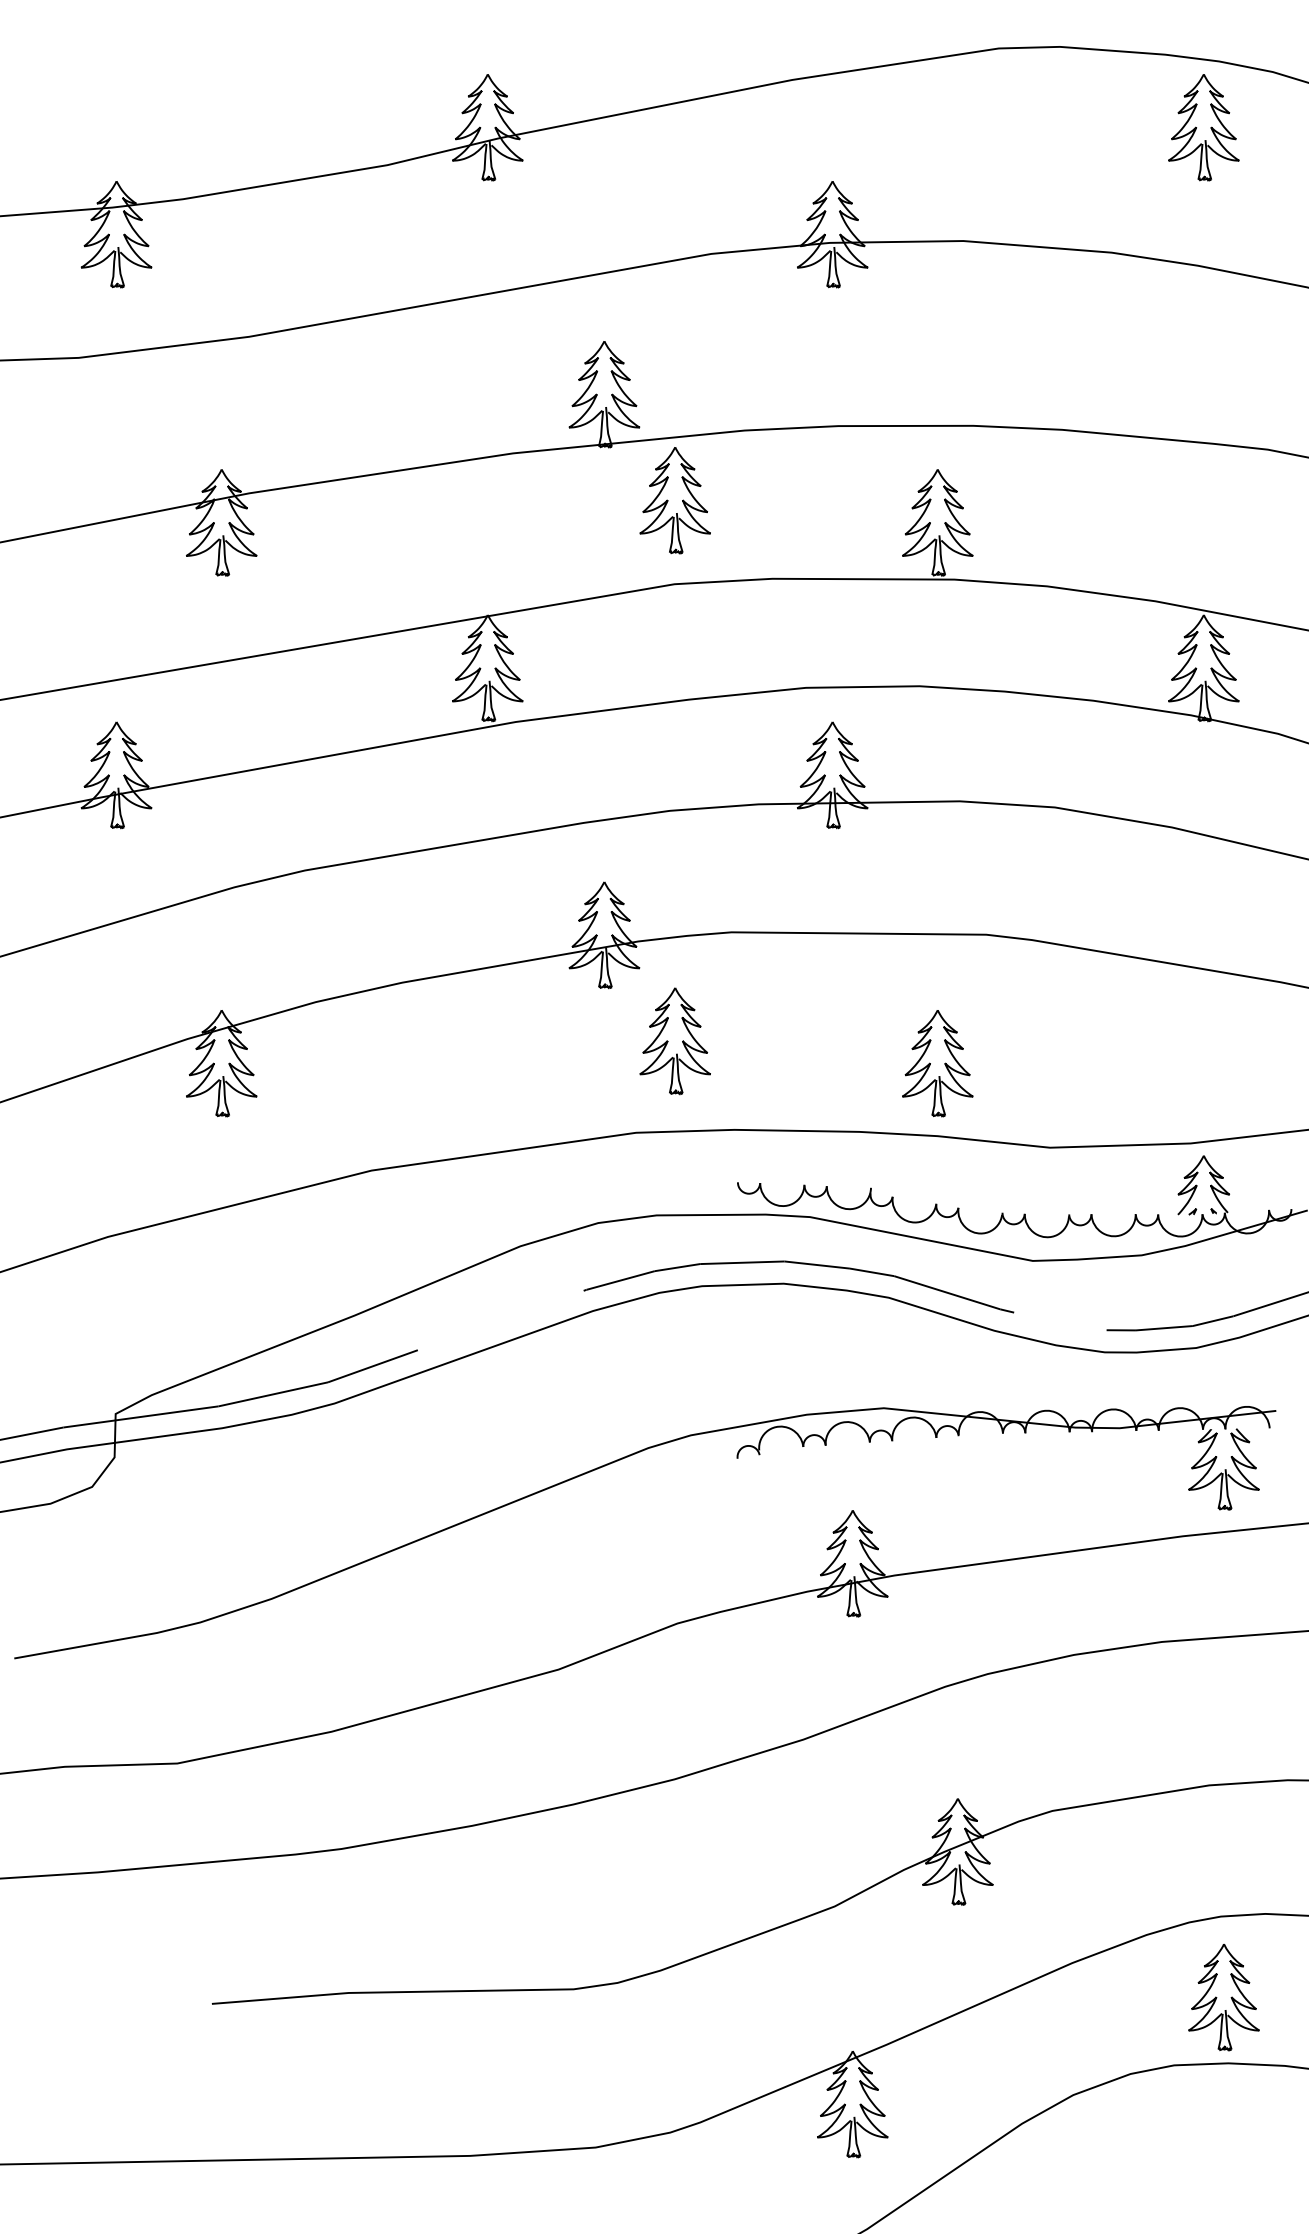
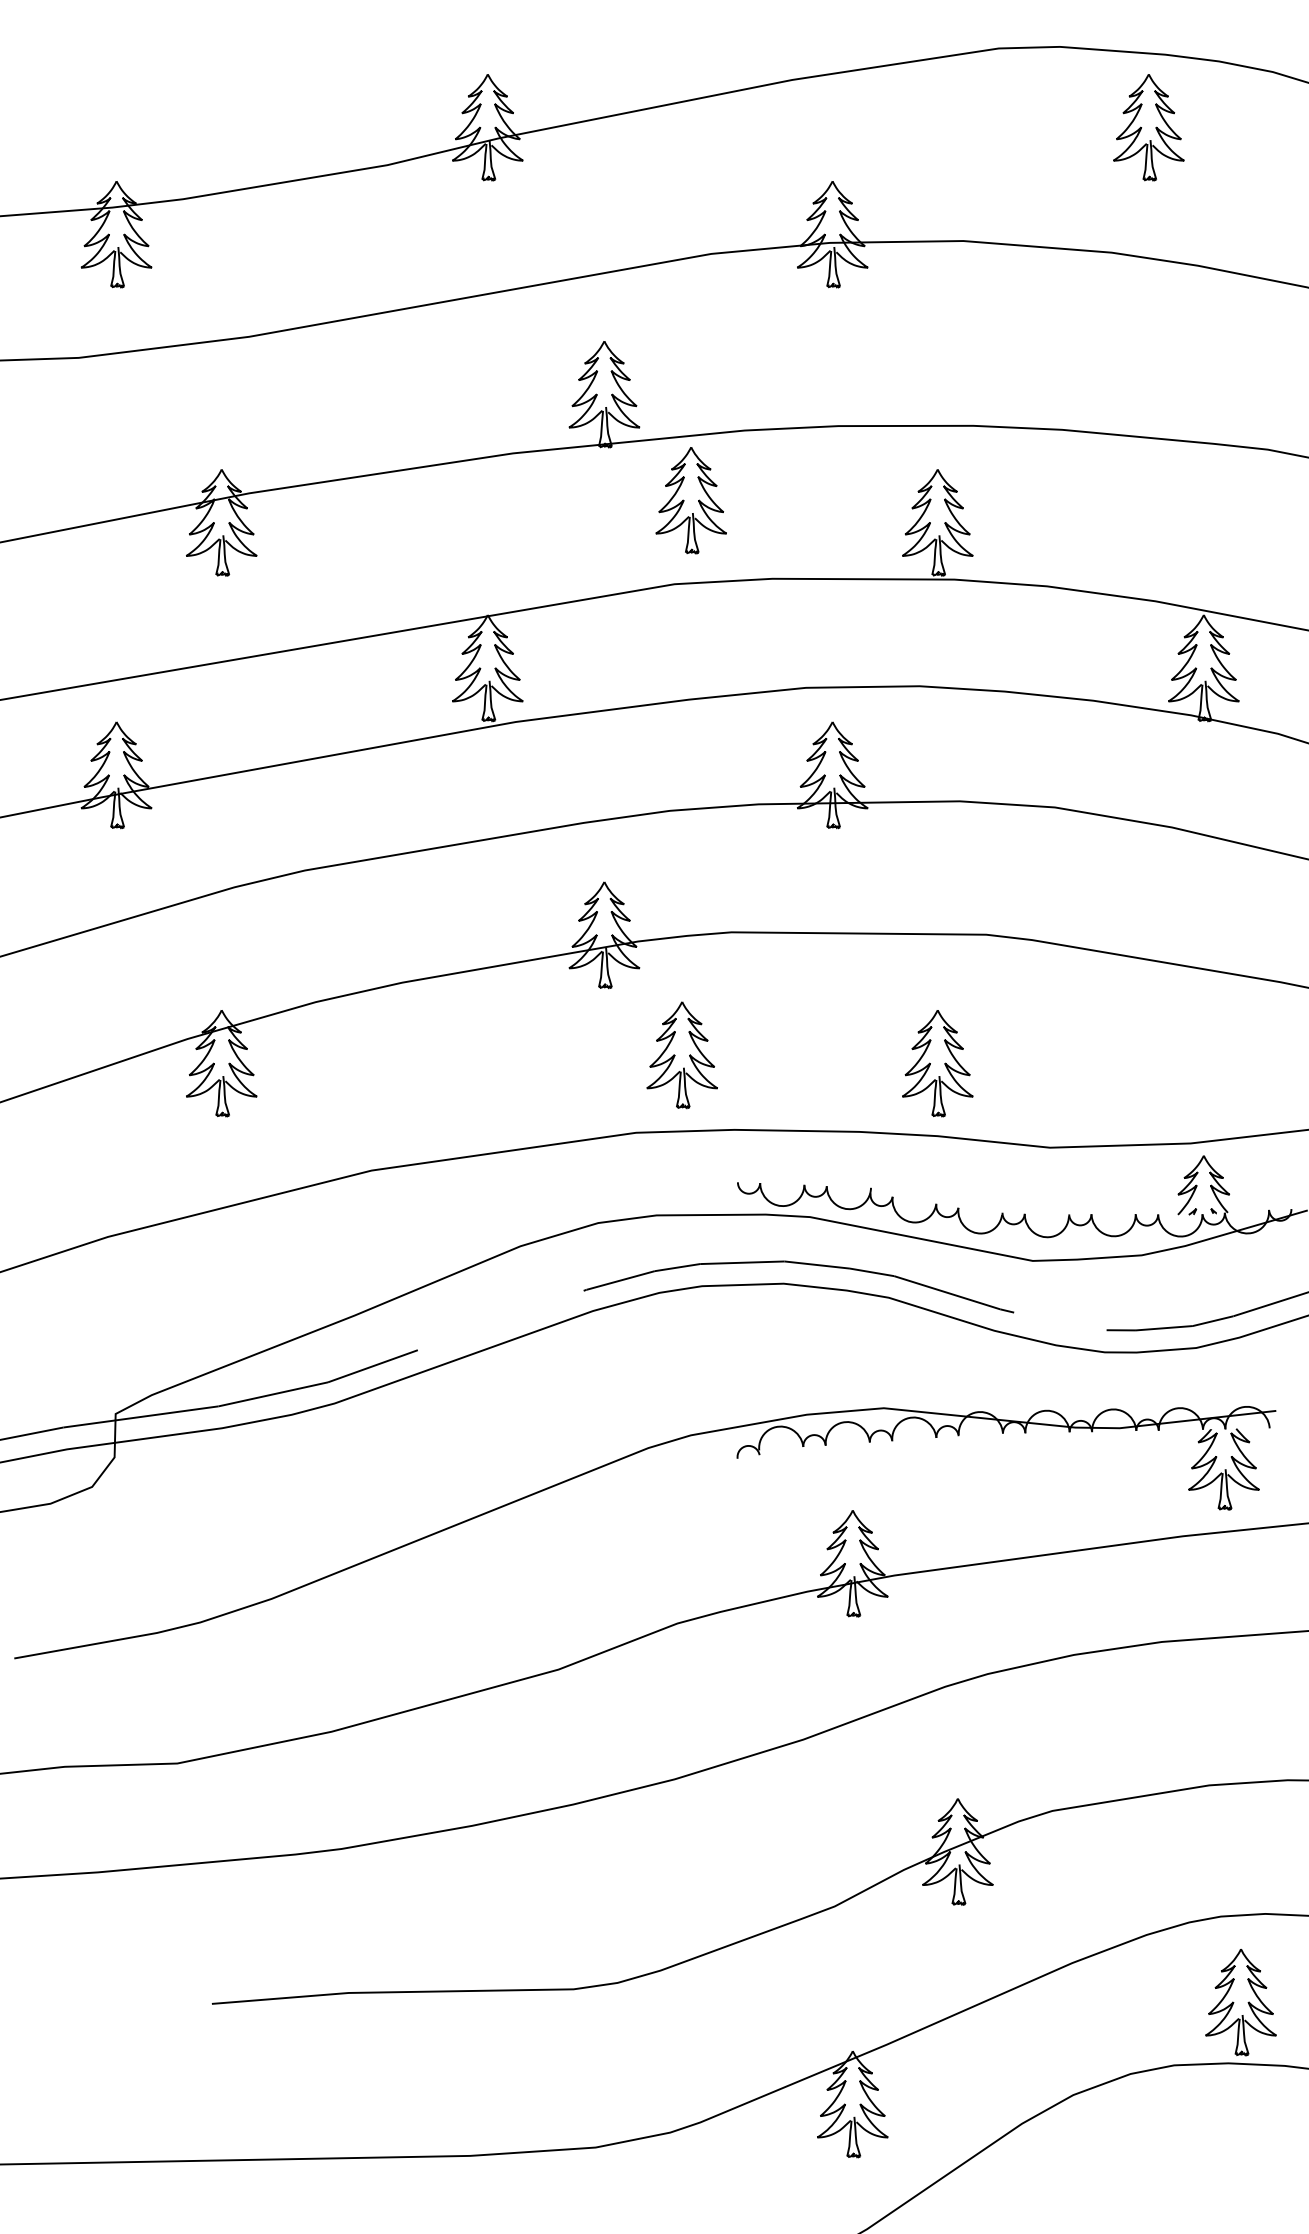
part at (1203, 127) position: (1203, 127) -> (1148, 127)
part at (674, 500) position: (674, 500) -> (690, 500)
part at (674, 1041) position: (674, 1041) -> (681, 1055)
part at (1223, 1997) position: (1223, 1997) -> (1240, 2002)
